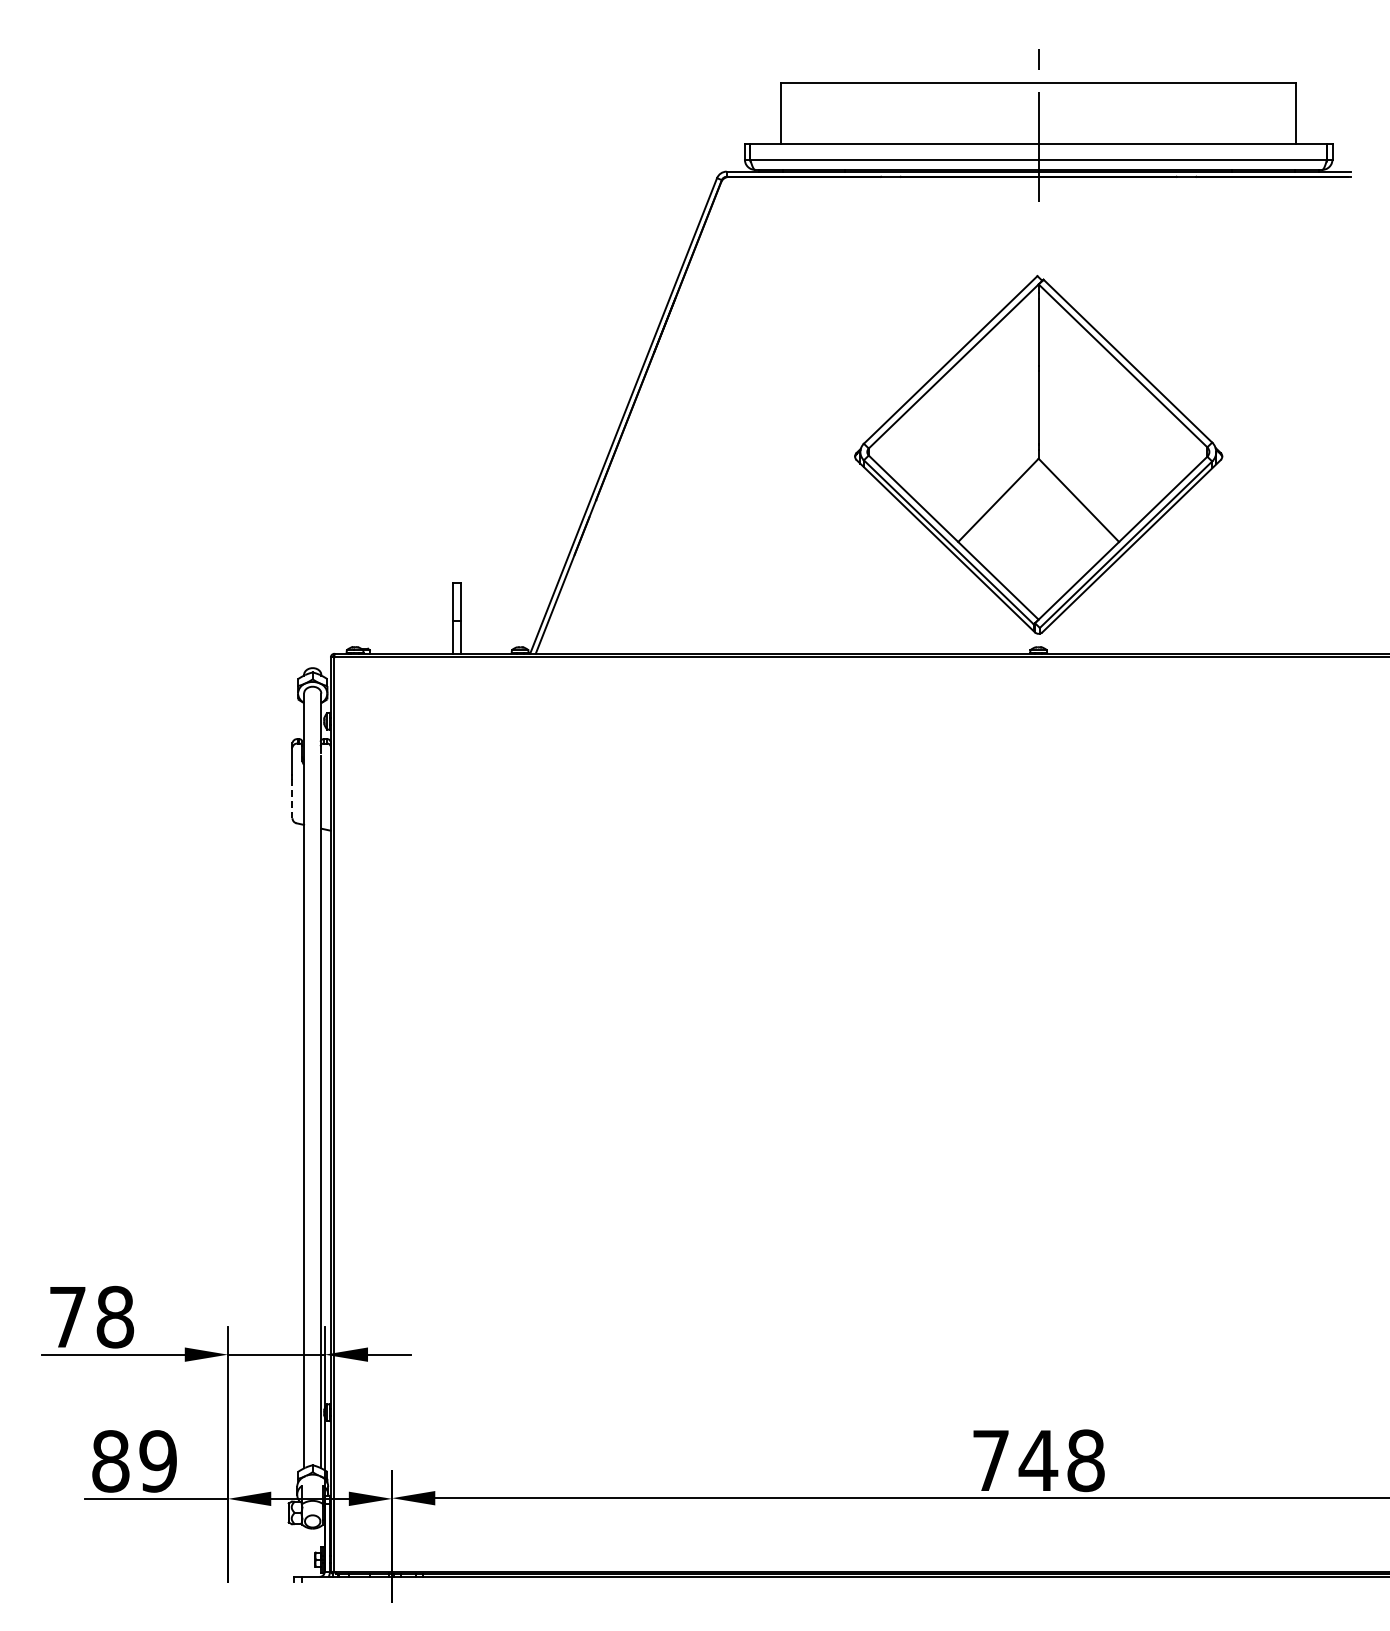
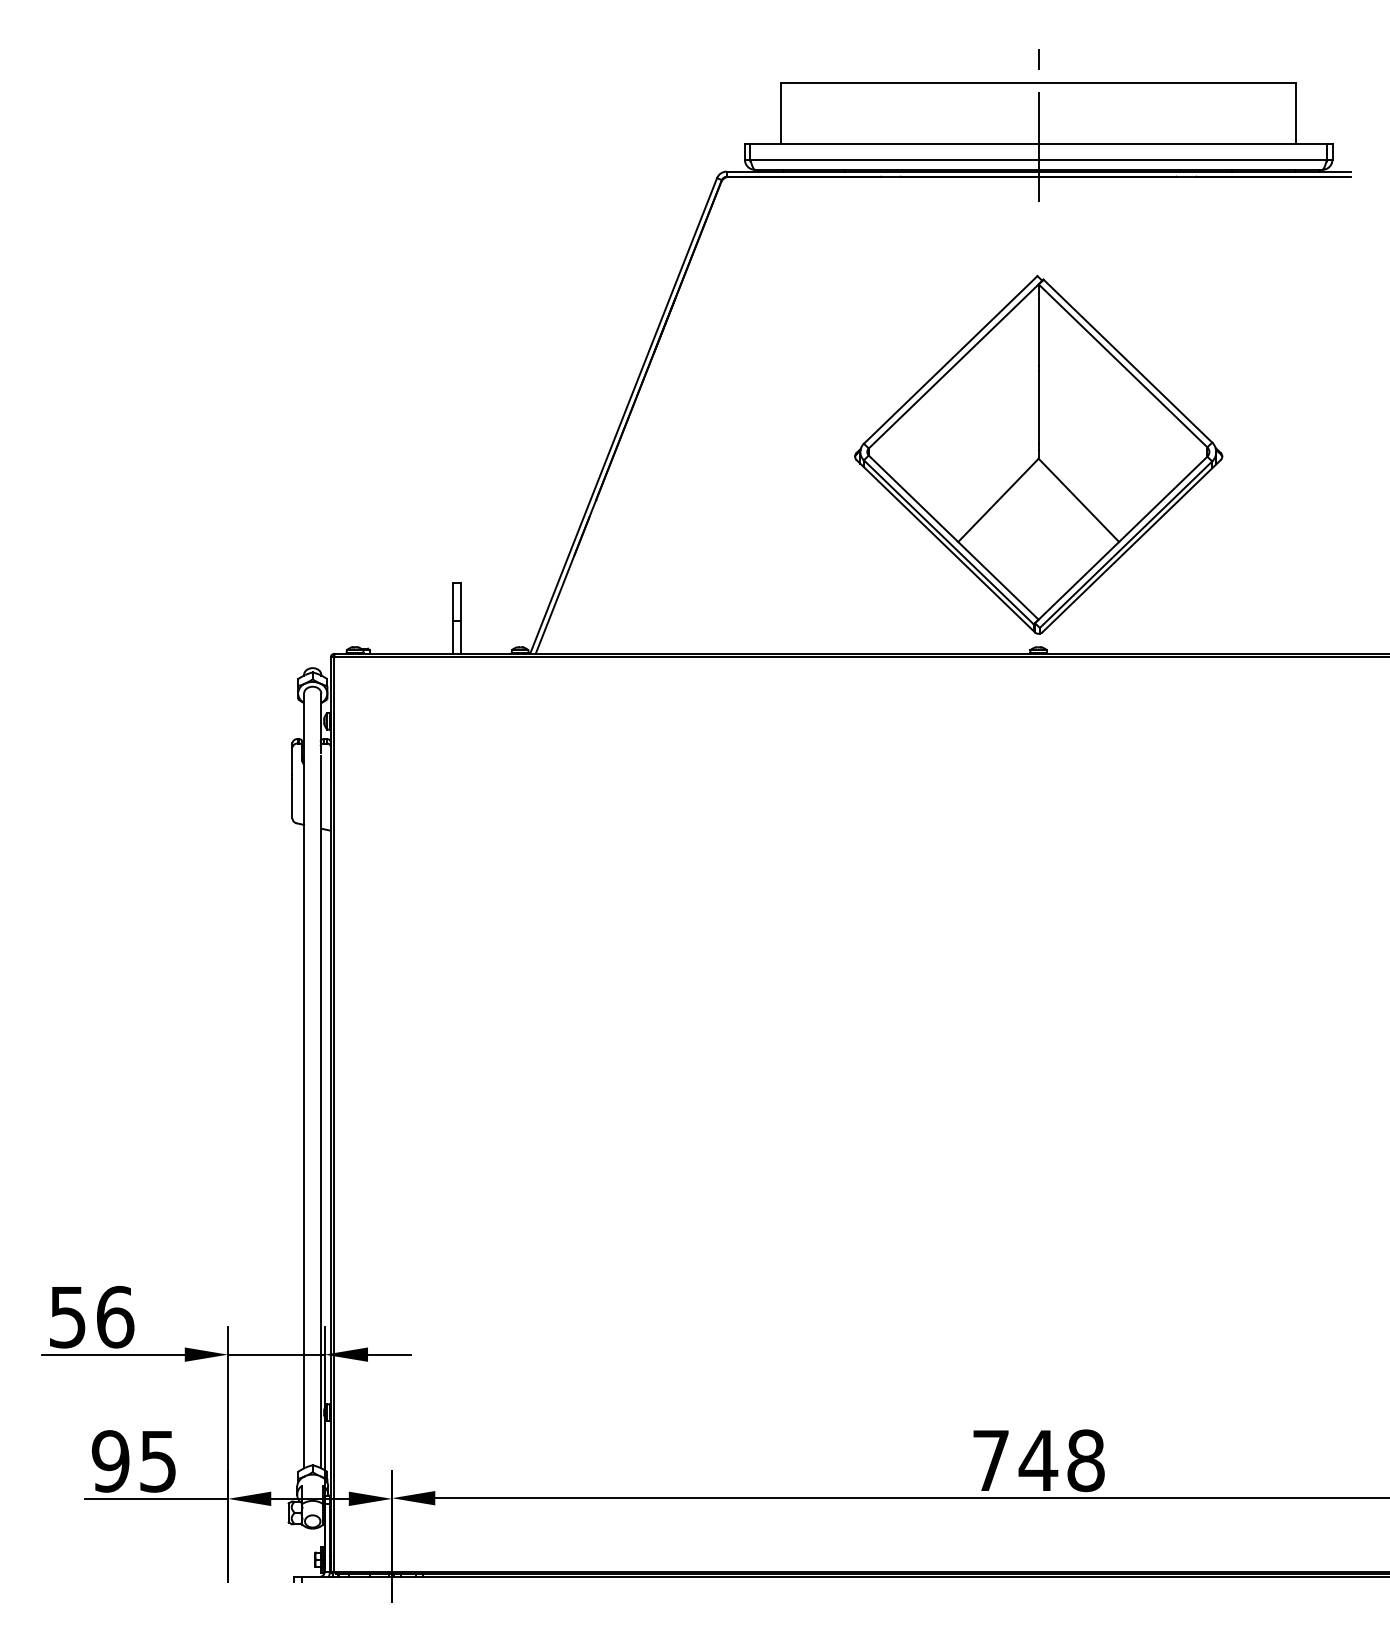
line at (292, 798): dashed -> solid
text at (92, 1316): 78 -> 56
text at (133, 1461): 89 -> 95
